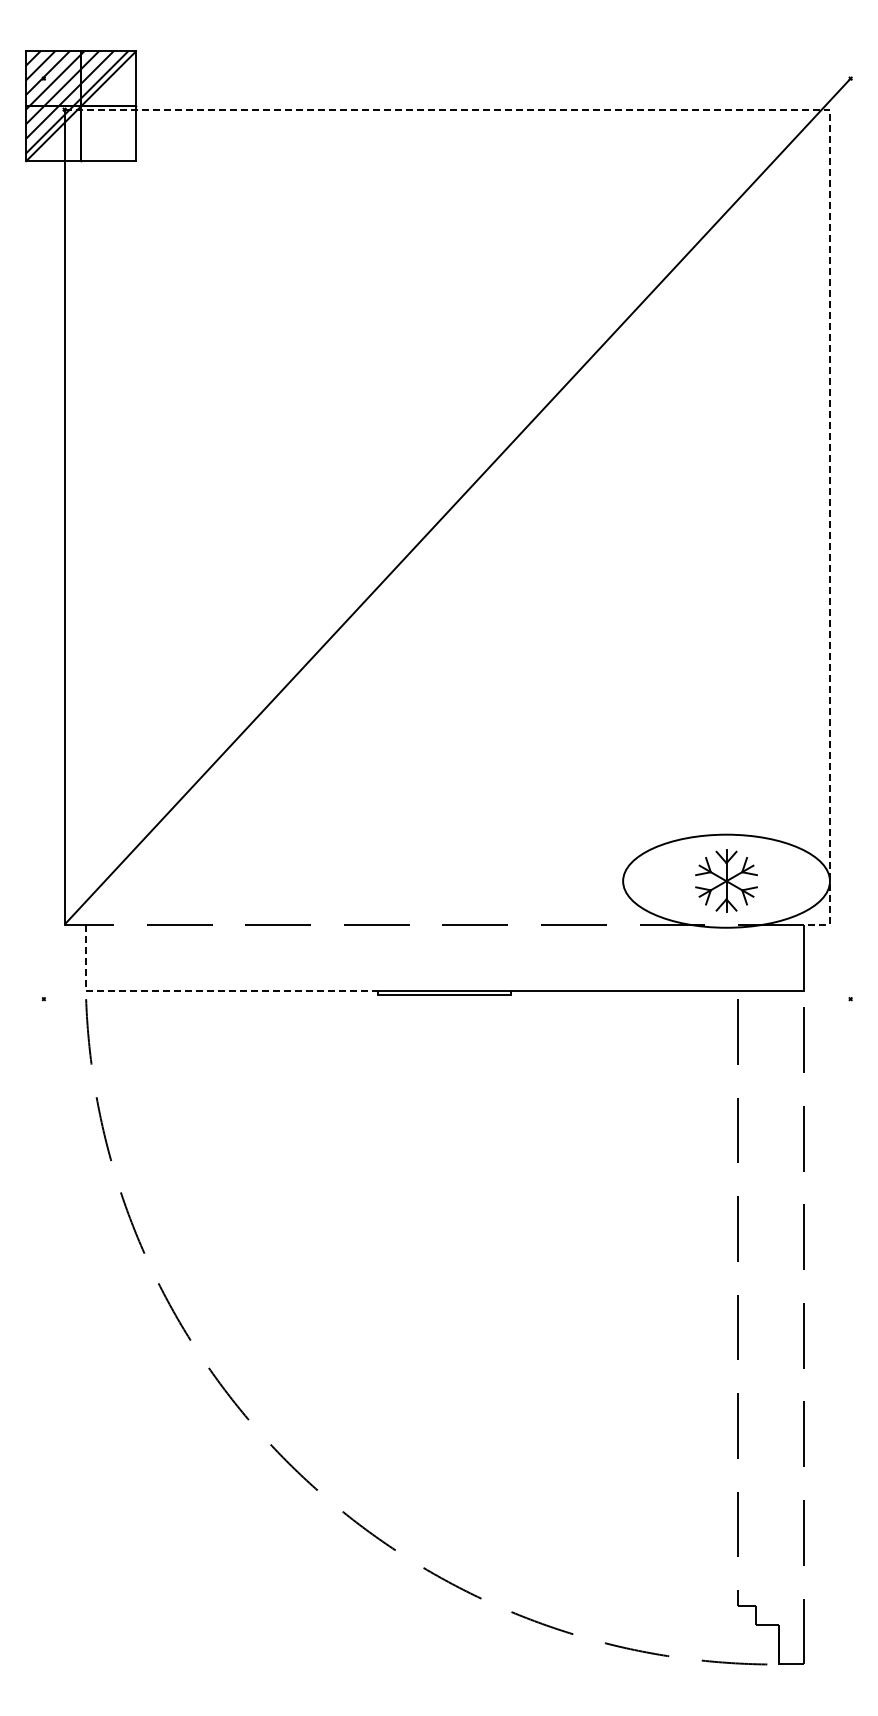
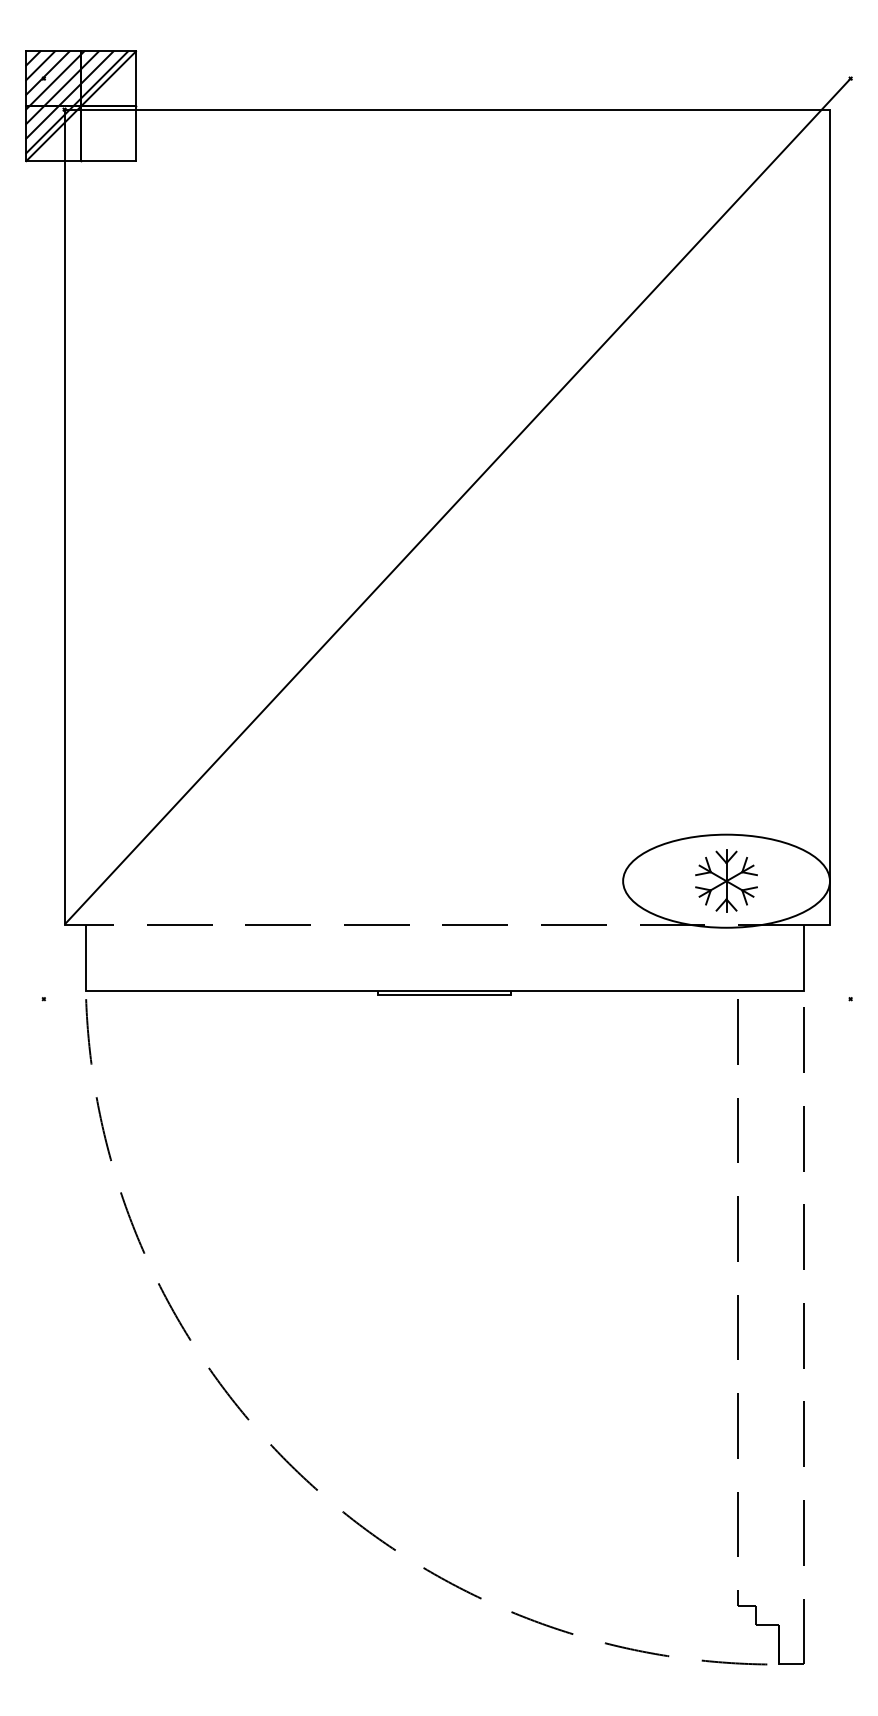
line at (829, 148): dashed -> solid
line at (197, 990): dashed -> solid
